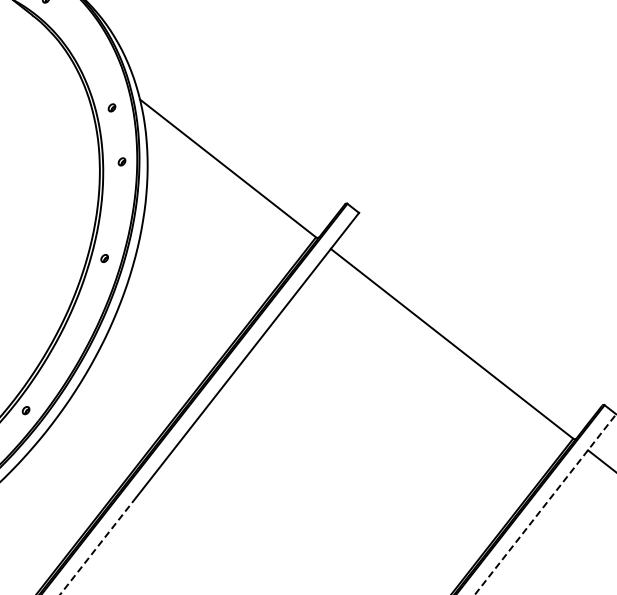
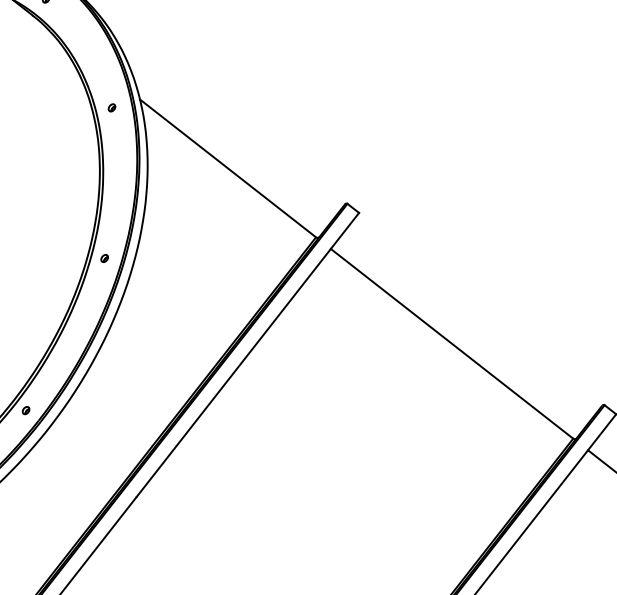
part at (121, 161): present -> none
line at (545, 504): dashed -> solid
line at (98, 545): dashed -> solid
